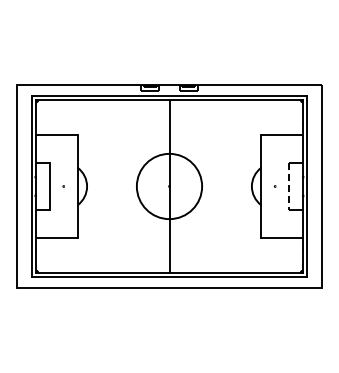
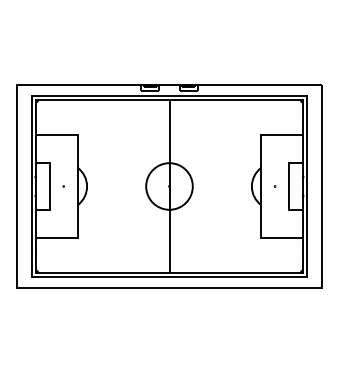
circle at (169, 186) diameter: 65 px -> 47 px
line at (289, 186): dashed -> solid
